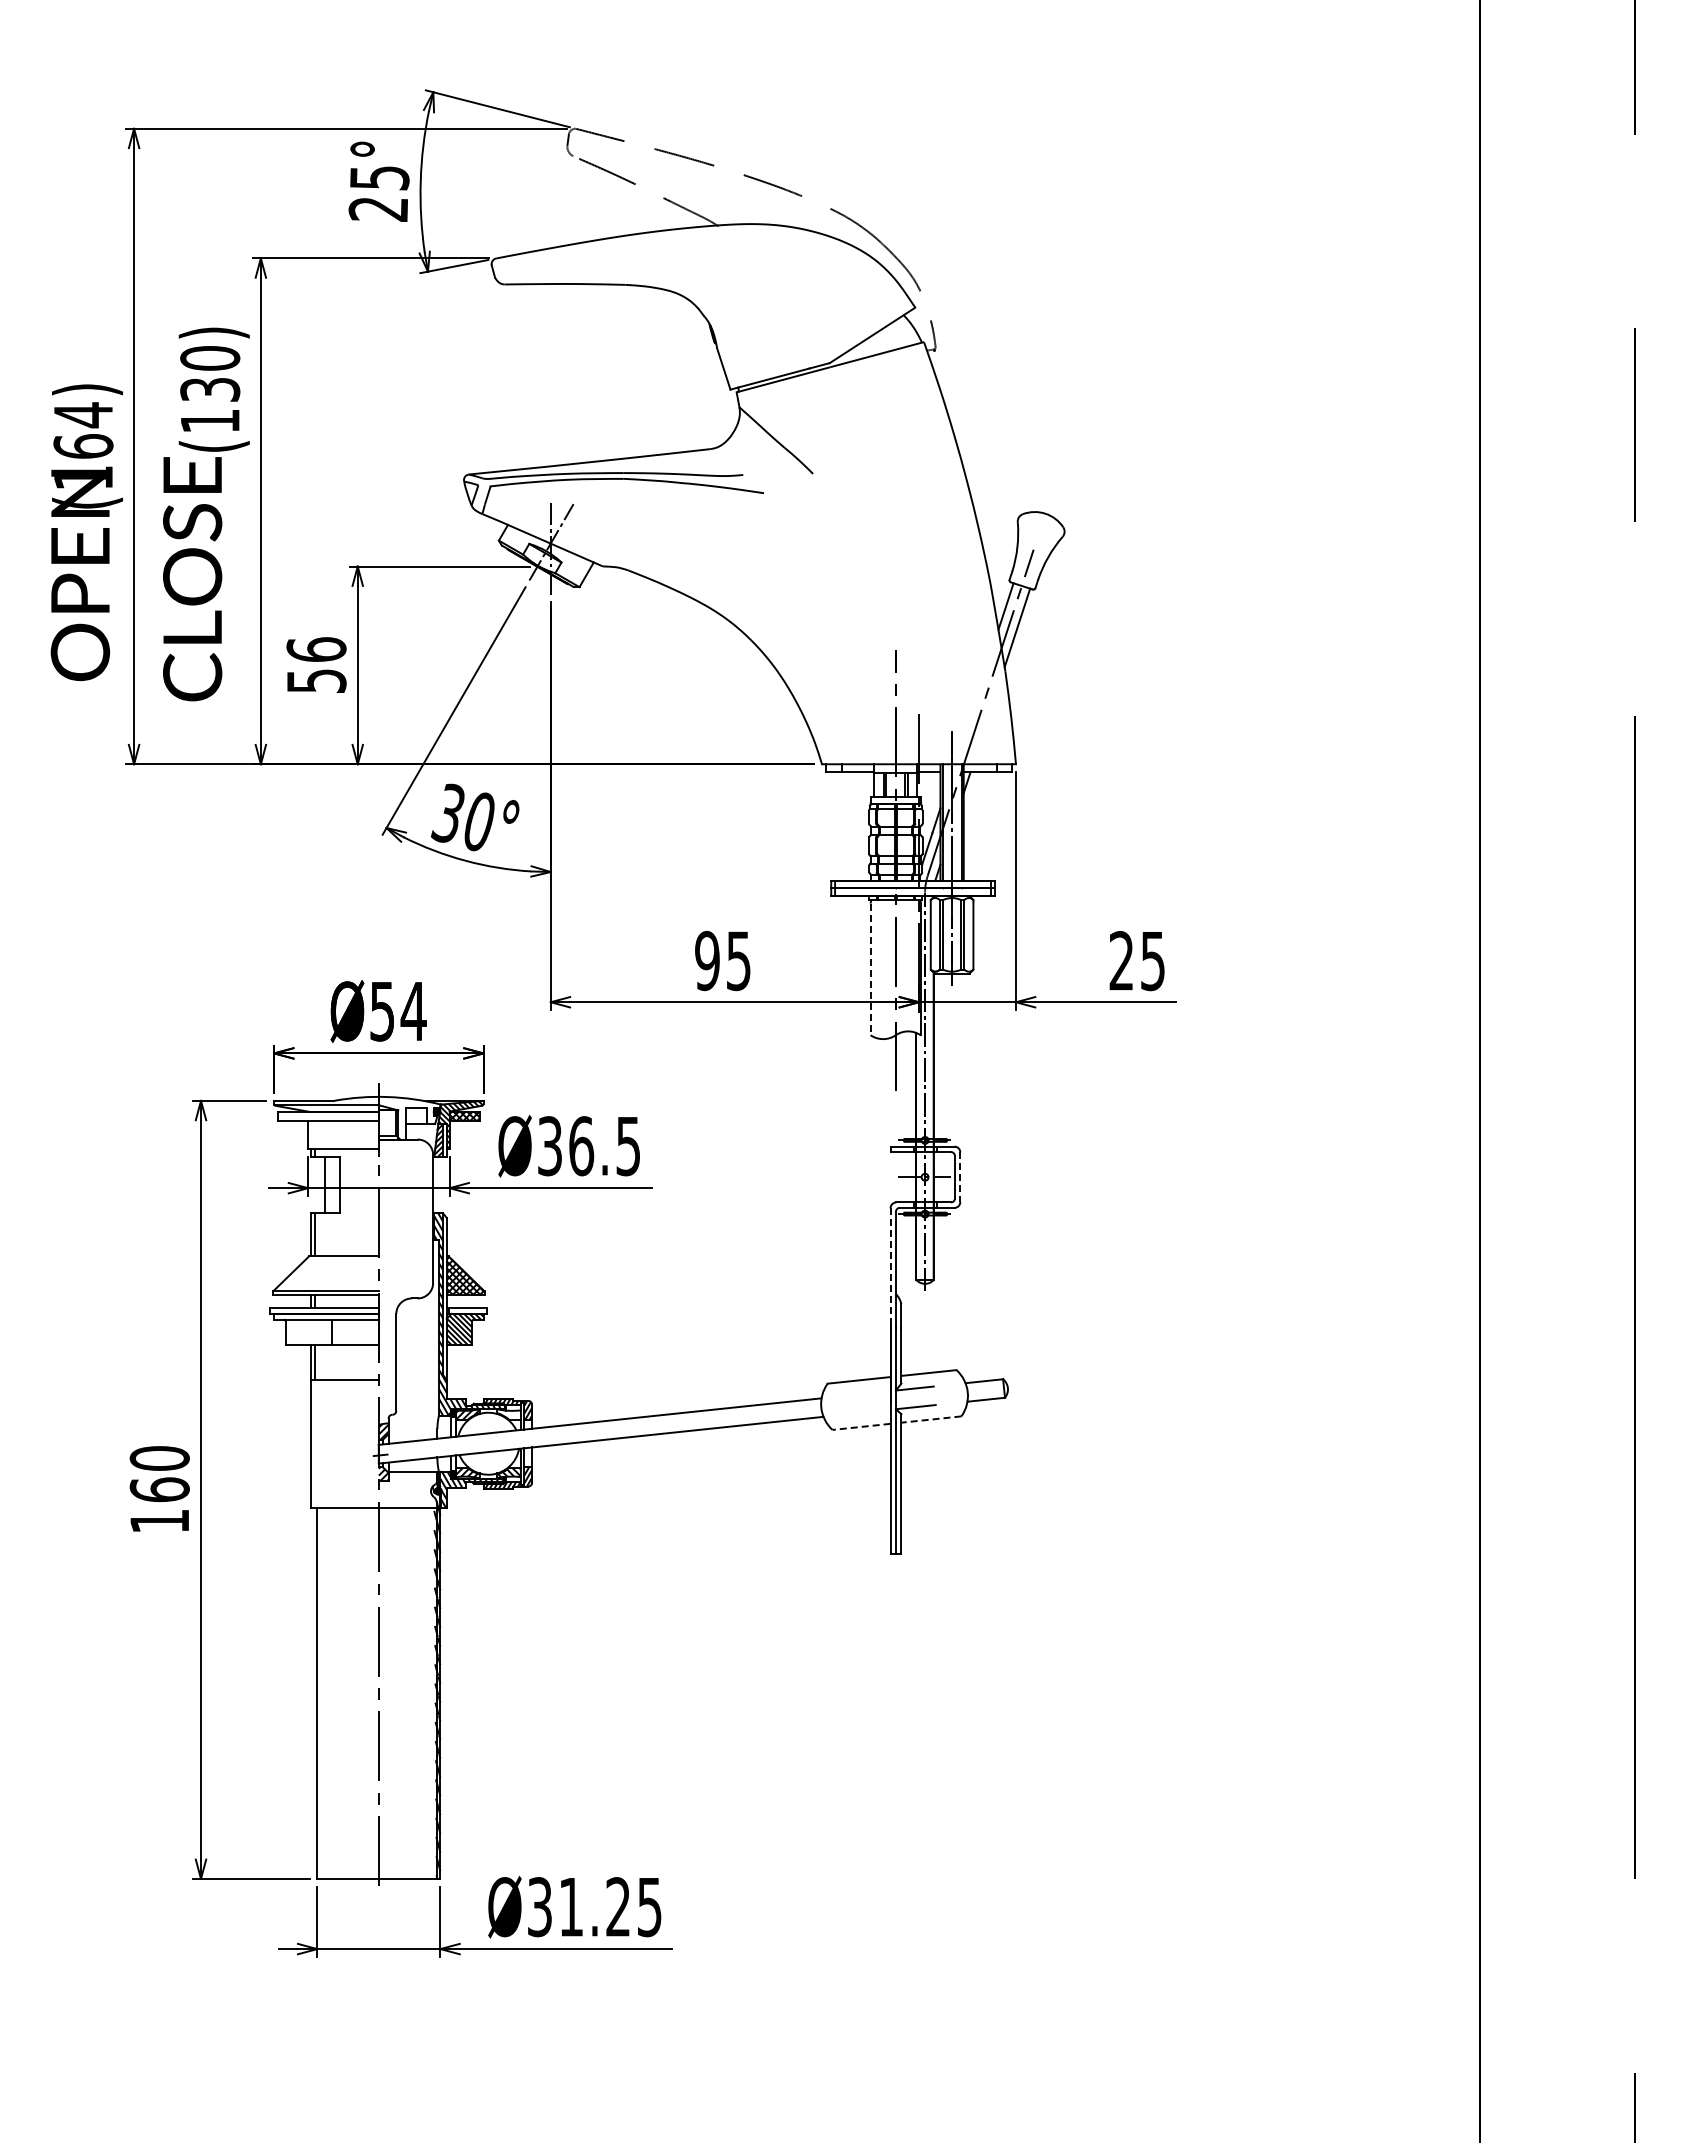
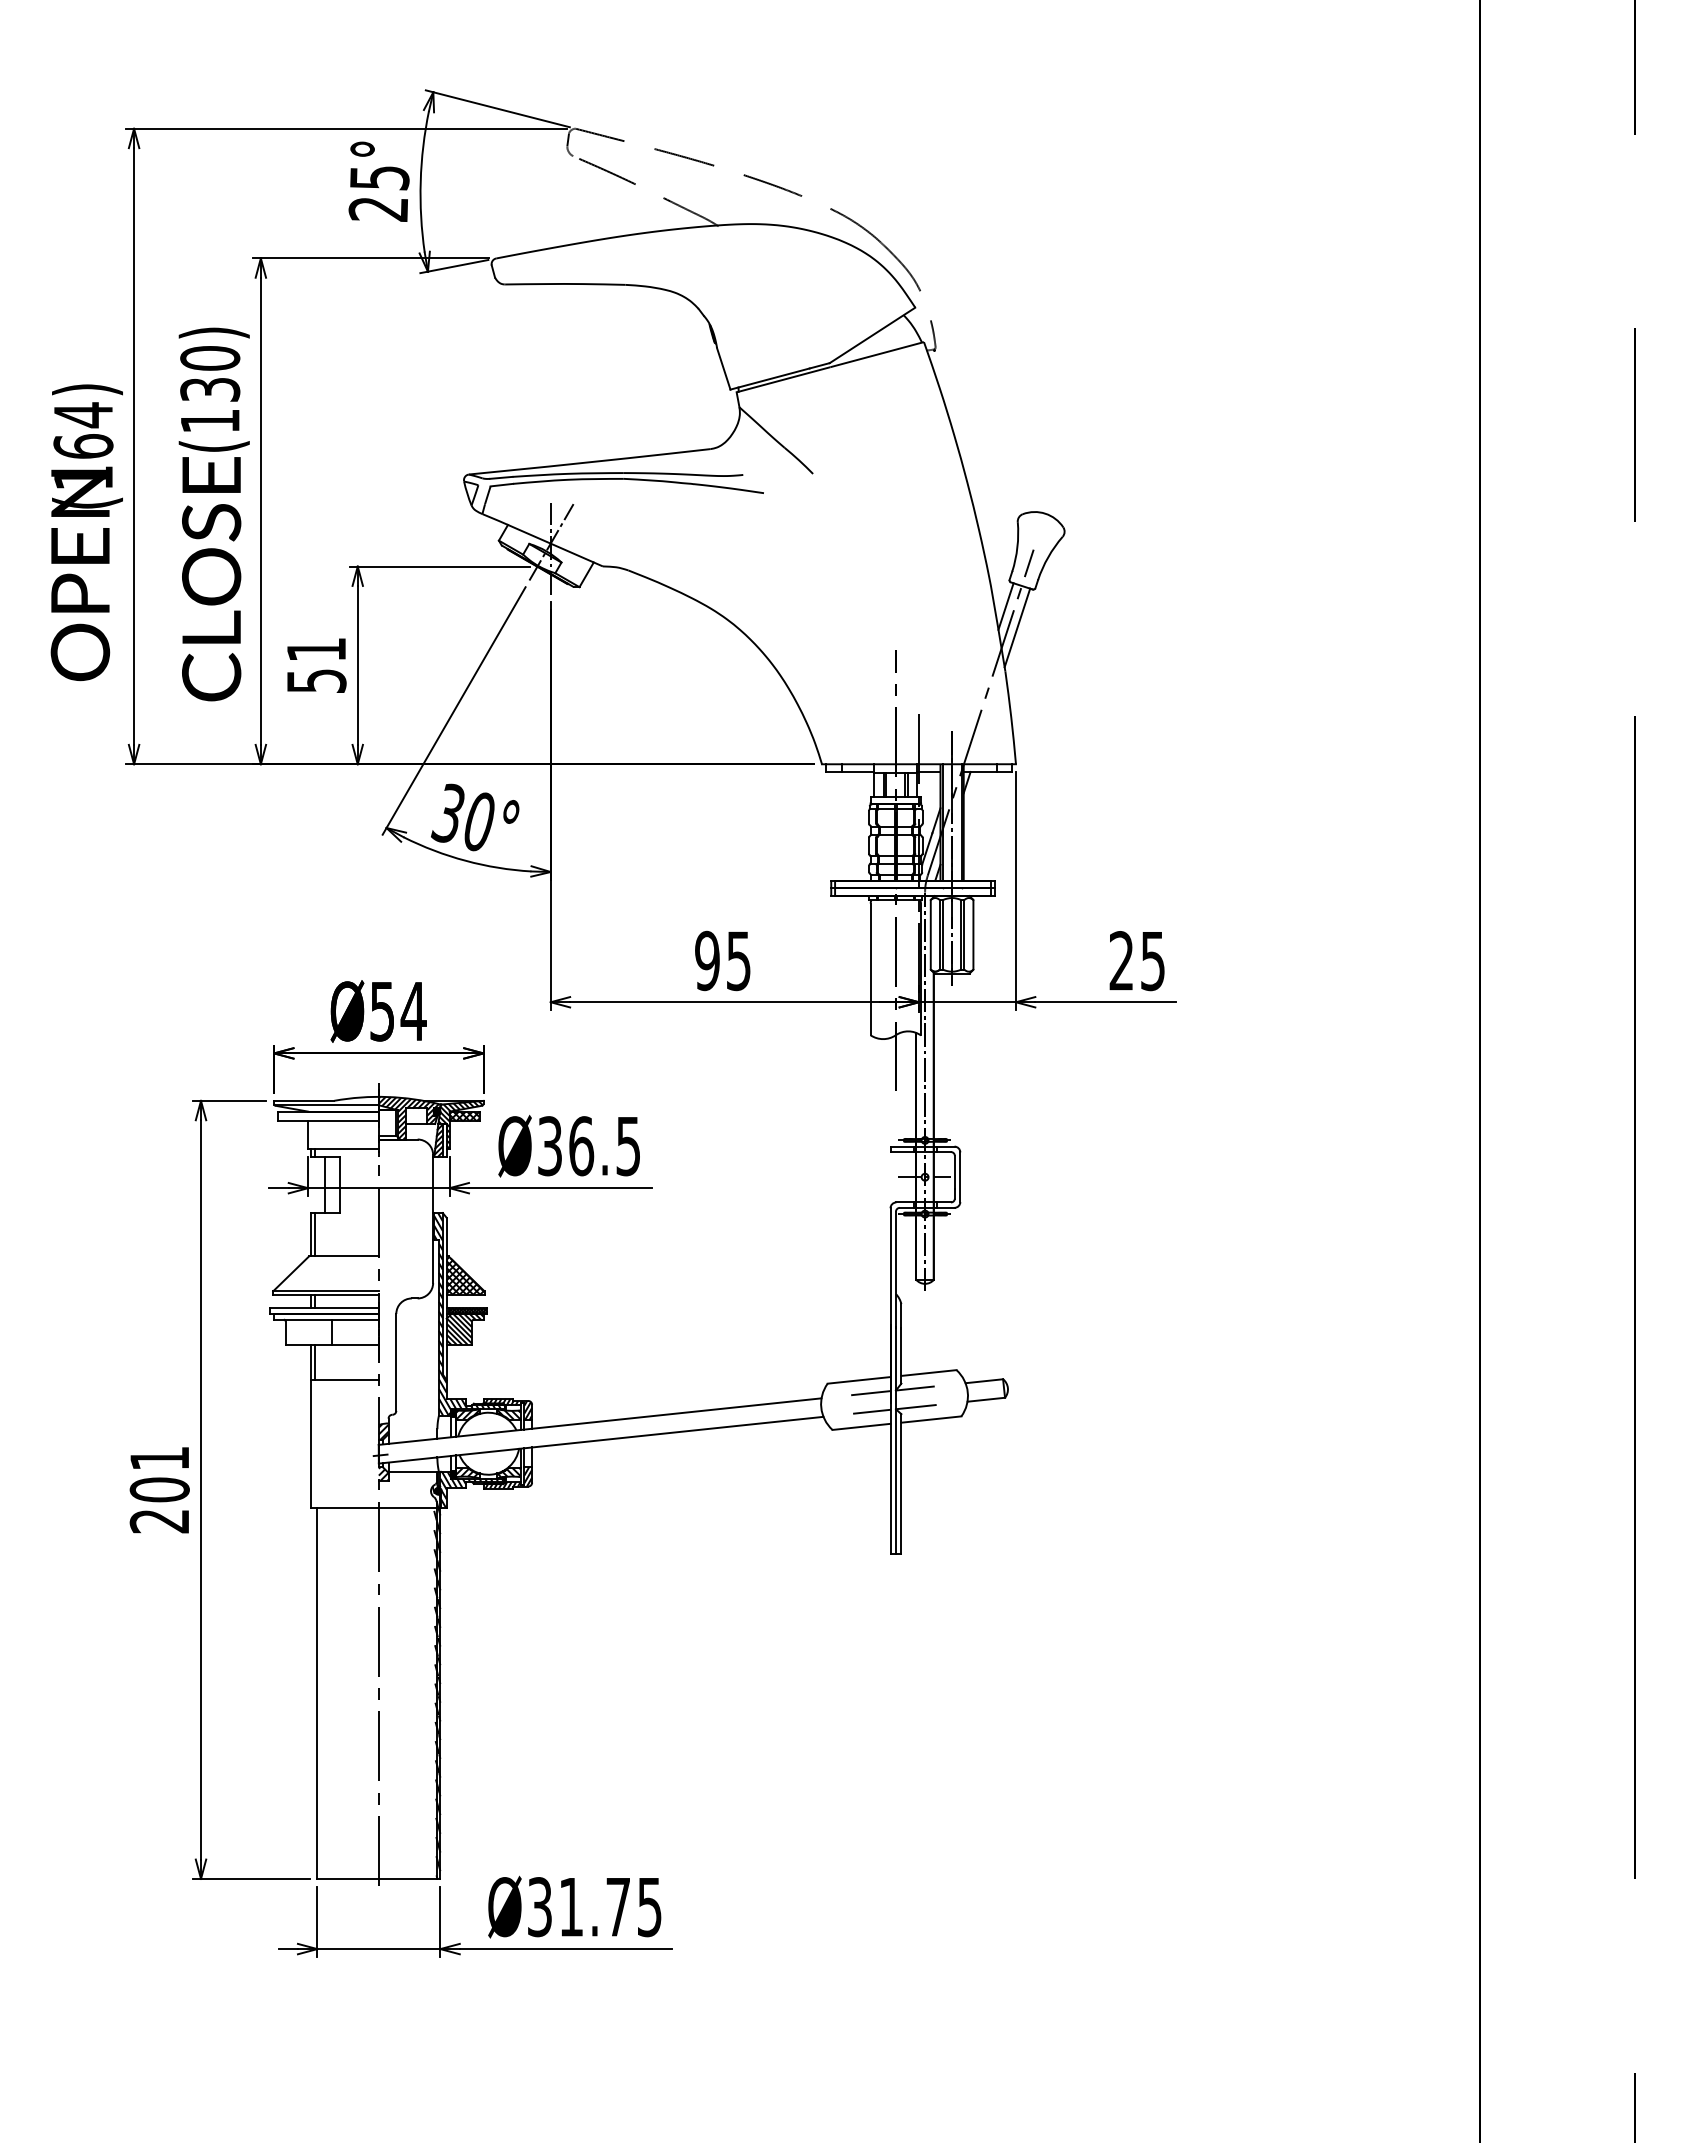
text at (192, 579) position: (192, 579) -> (211, 579)
text at (316, 649): 56 -> 51
line at (870, 969): dashed -> solid
hatch at (408, 1117): none -> present
line at (960, 1177): dashed -> solid
line at (890, 1267): dashed -> solid
hatch at (467, 1310): none -> present
line at (871, 1393): none -> present
line at (872, 1411): none -> present
hatch at (508, 1414): none -> present
line at (930, 1419): dashed -> solid
line at (861, 1426): dashed -> solid
text at (159, 1489): 160 -> 201
text at (617, 1906): Ø31.25 -> Ø31.75
